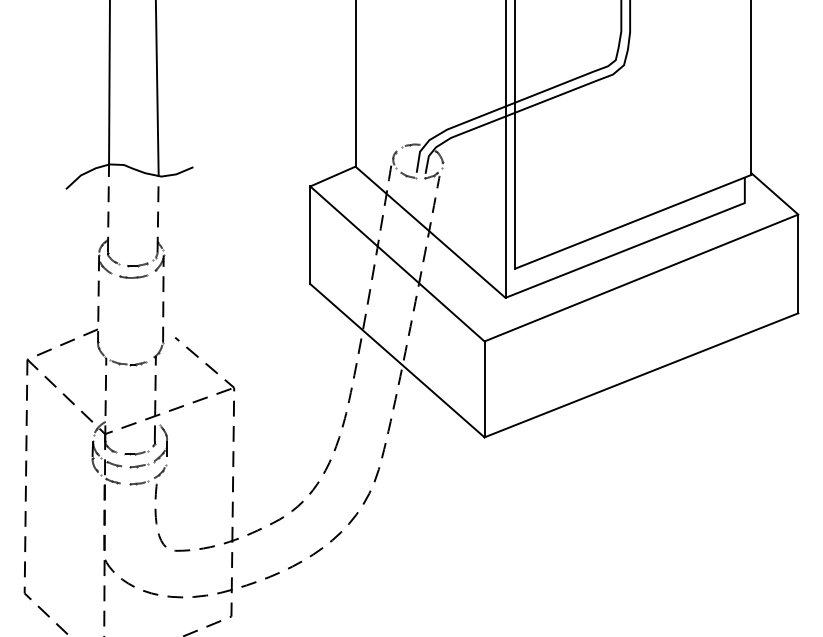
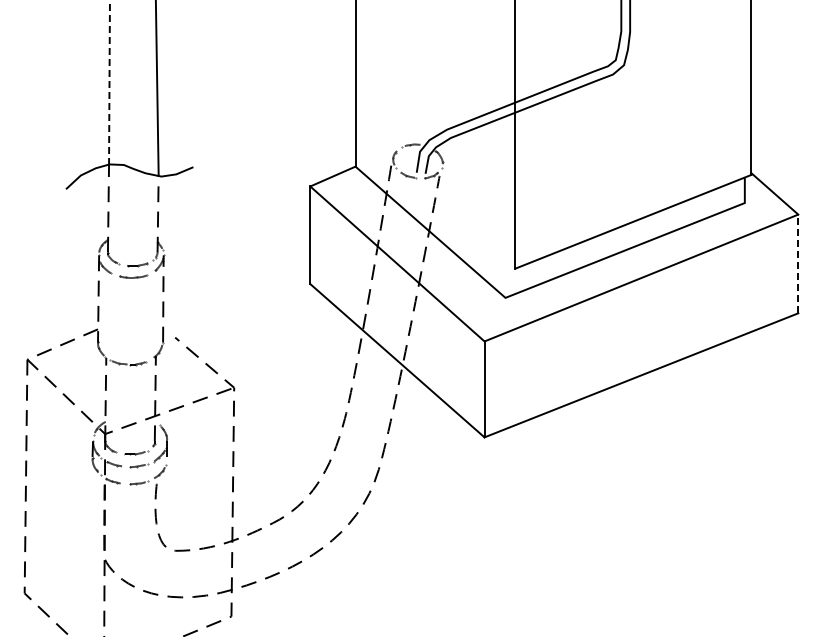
line at (109, 82): solid -> dashed
line at (505, 149): present -> none
line at (798, 263): solid -> dashed
